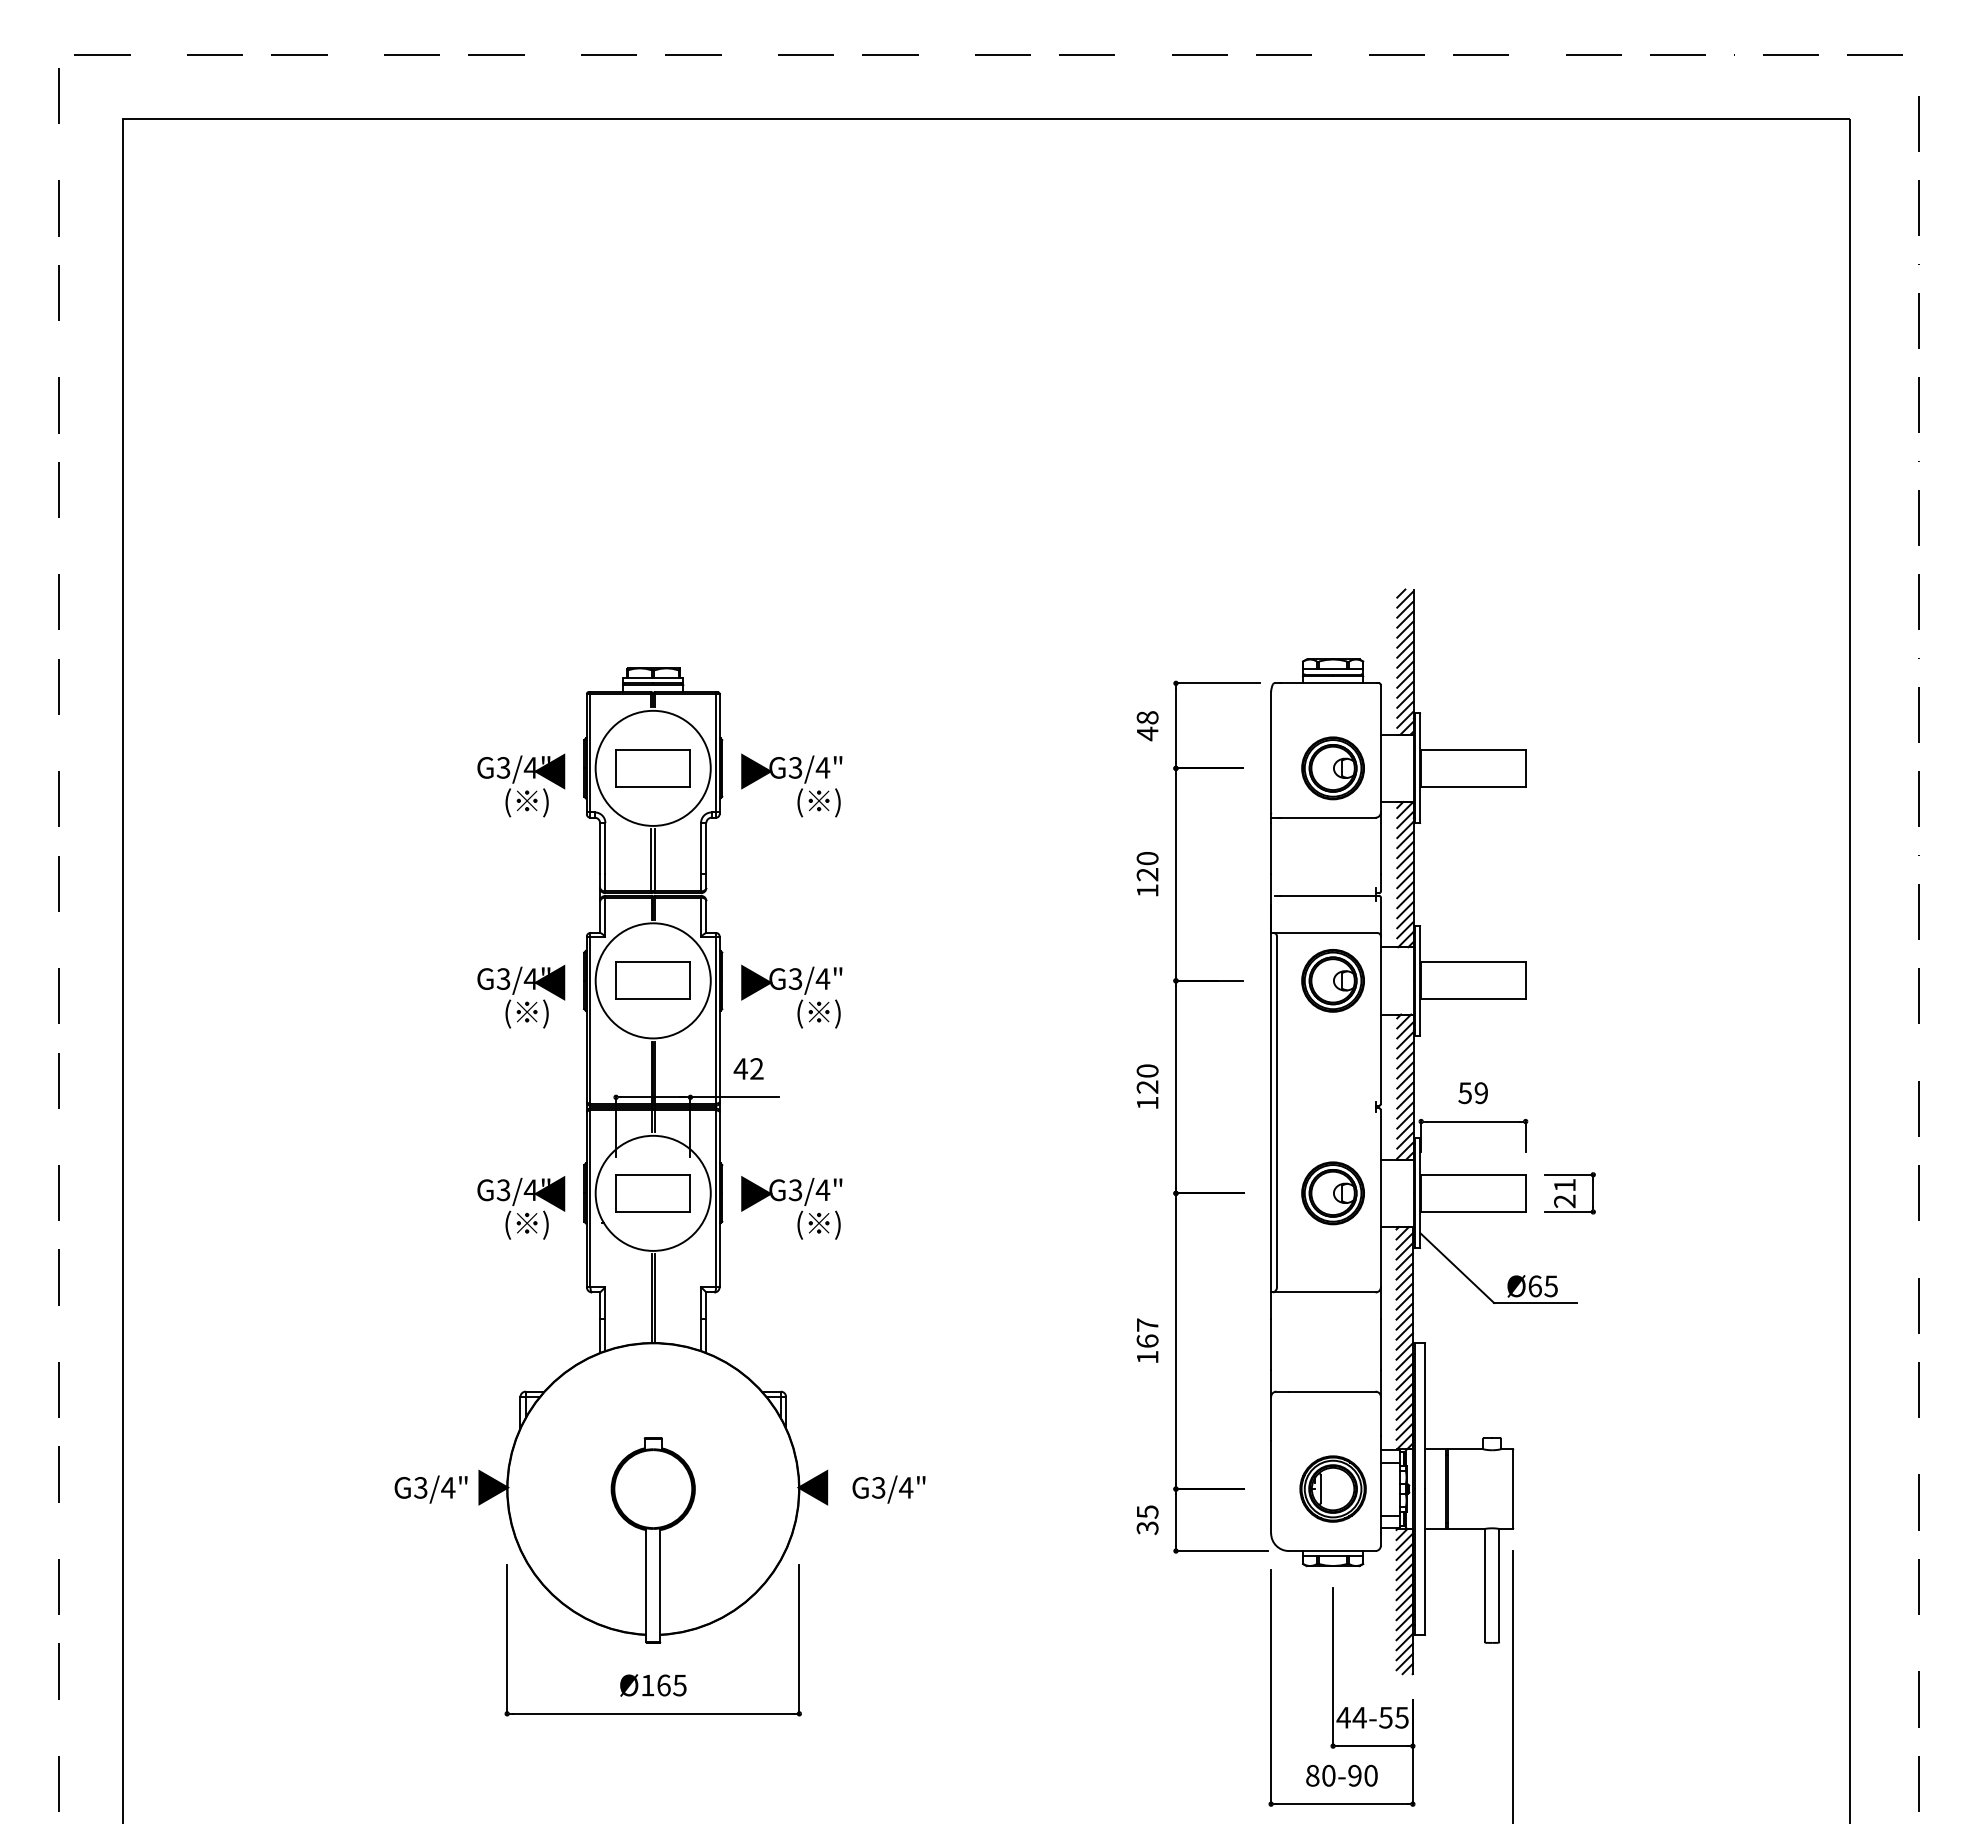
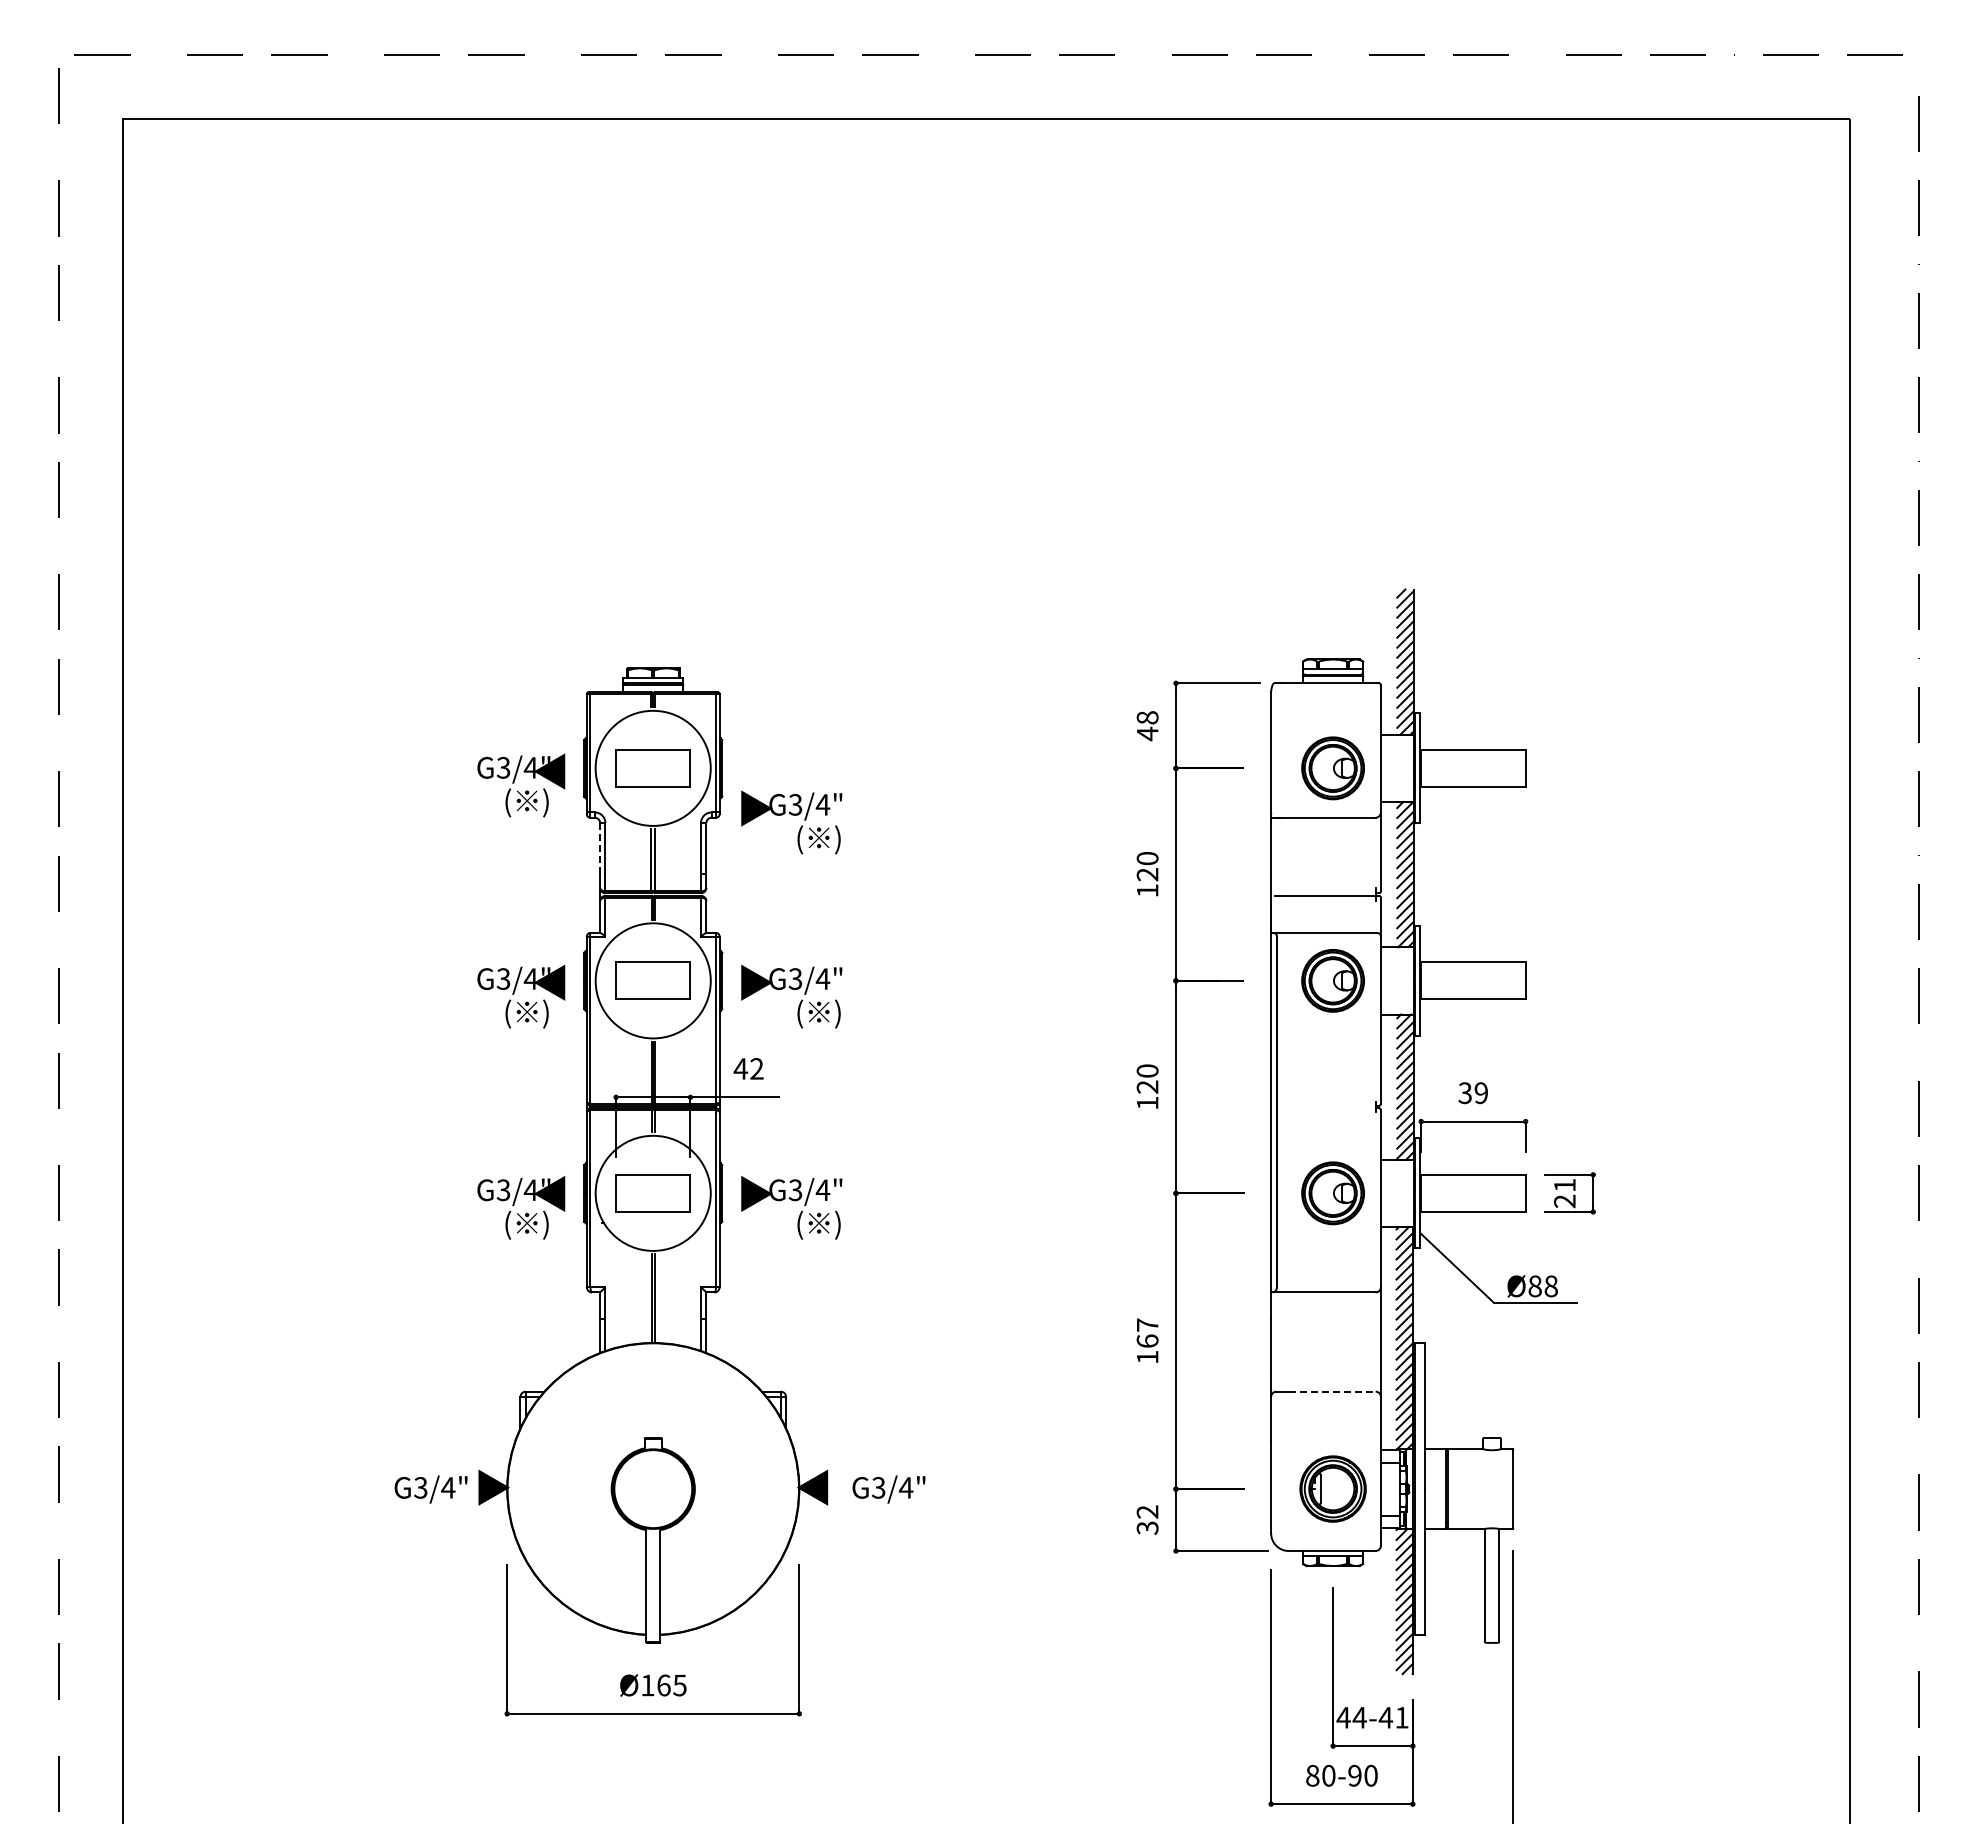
text at (791, 785) position: (791, 785) -> (791, 822)
line at (600, 848): solid -> dashed
text at (1465, 1092): 59 -> 39
text at (1542, 1286): Ø65 -> Ø88
line at (1332, 1391): solid -> dashed
text at (1147, 1511): 35 -> 32
text at (1393, 1717): 44-55 -> 44-41
